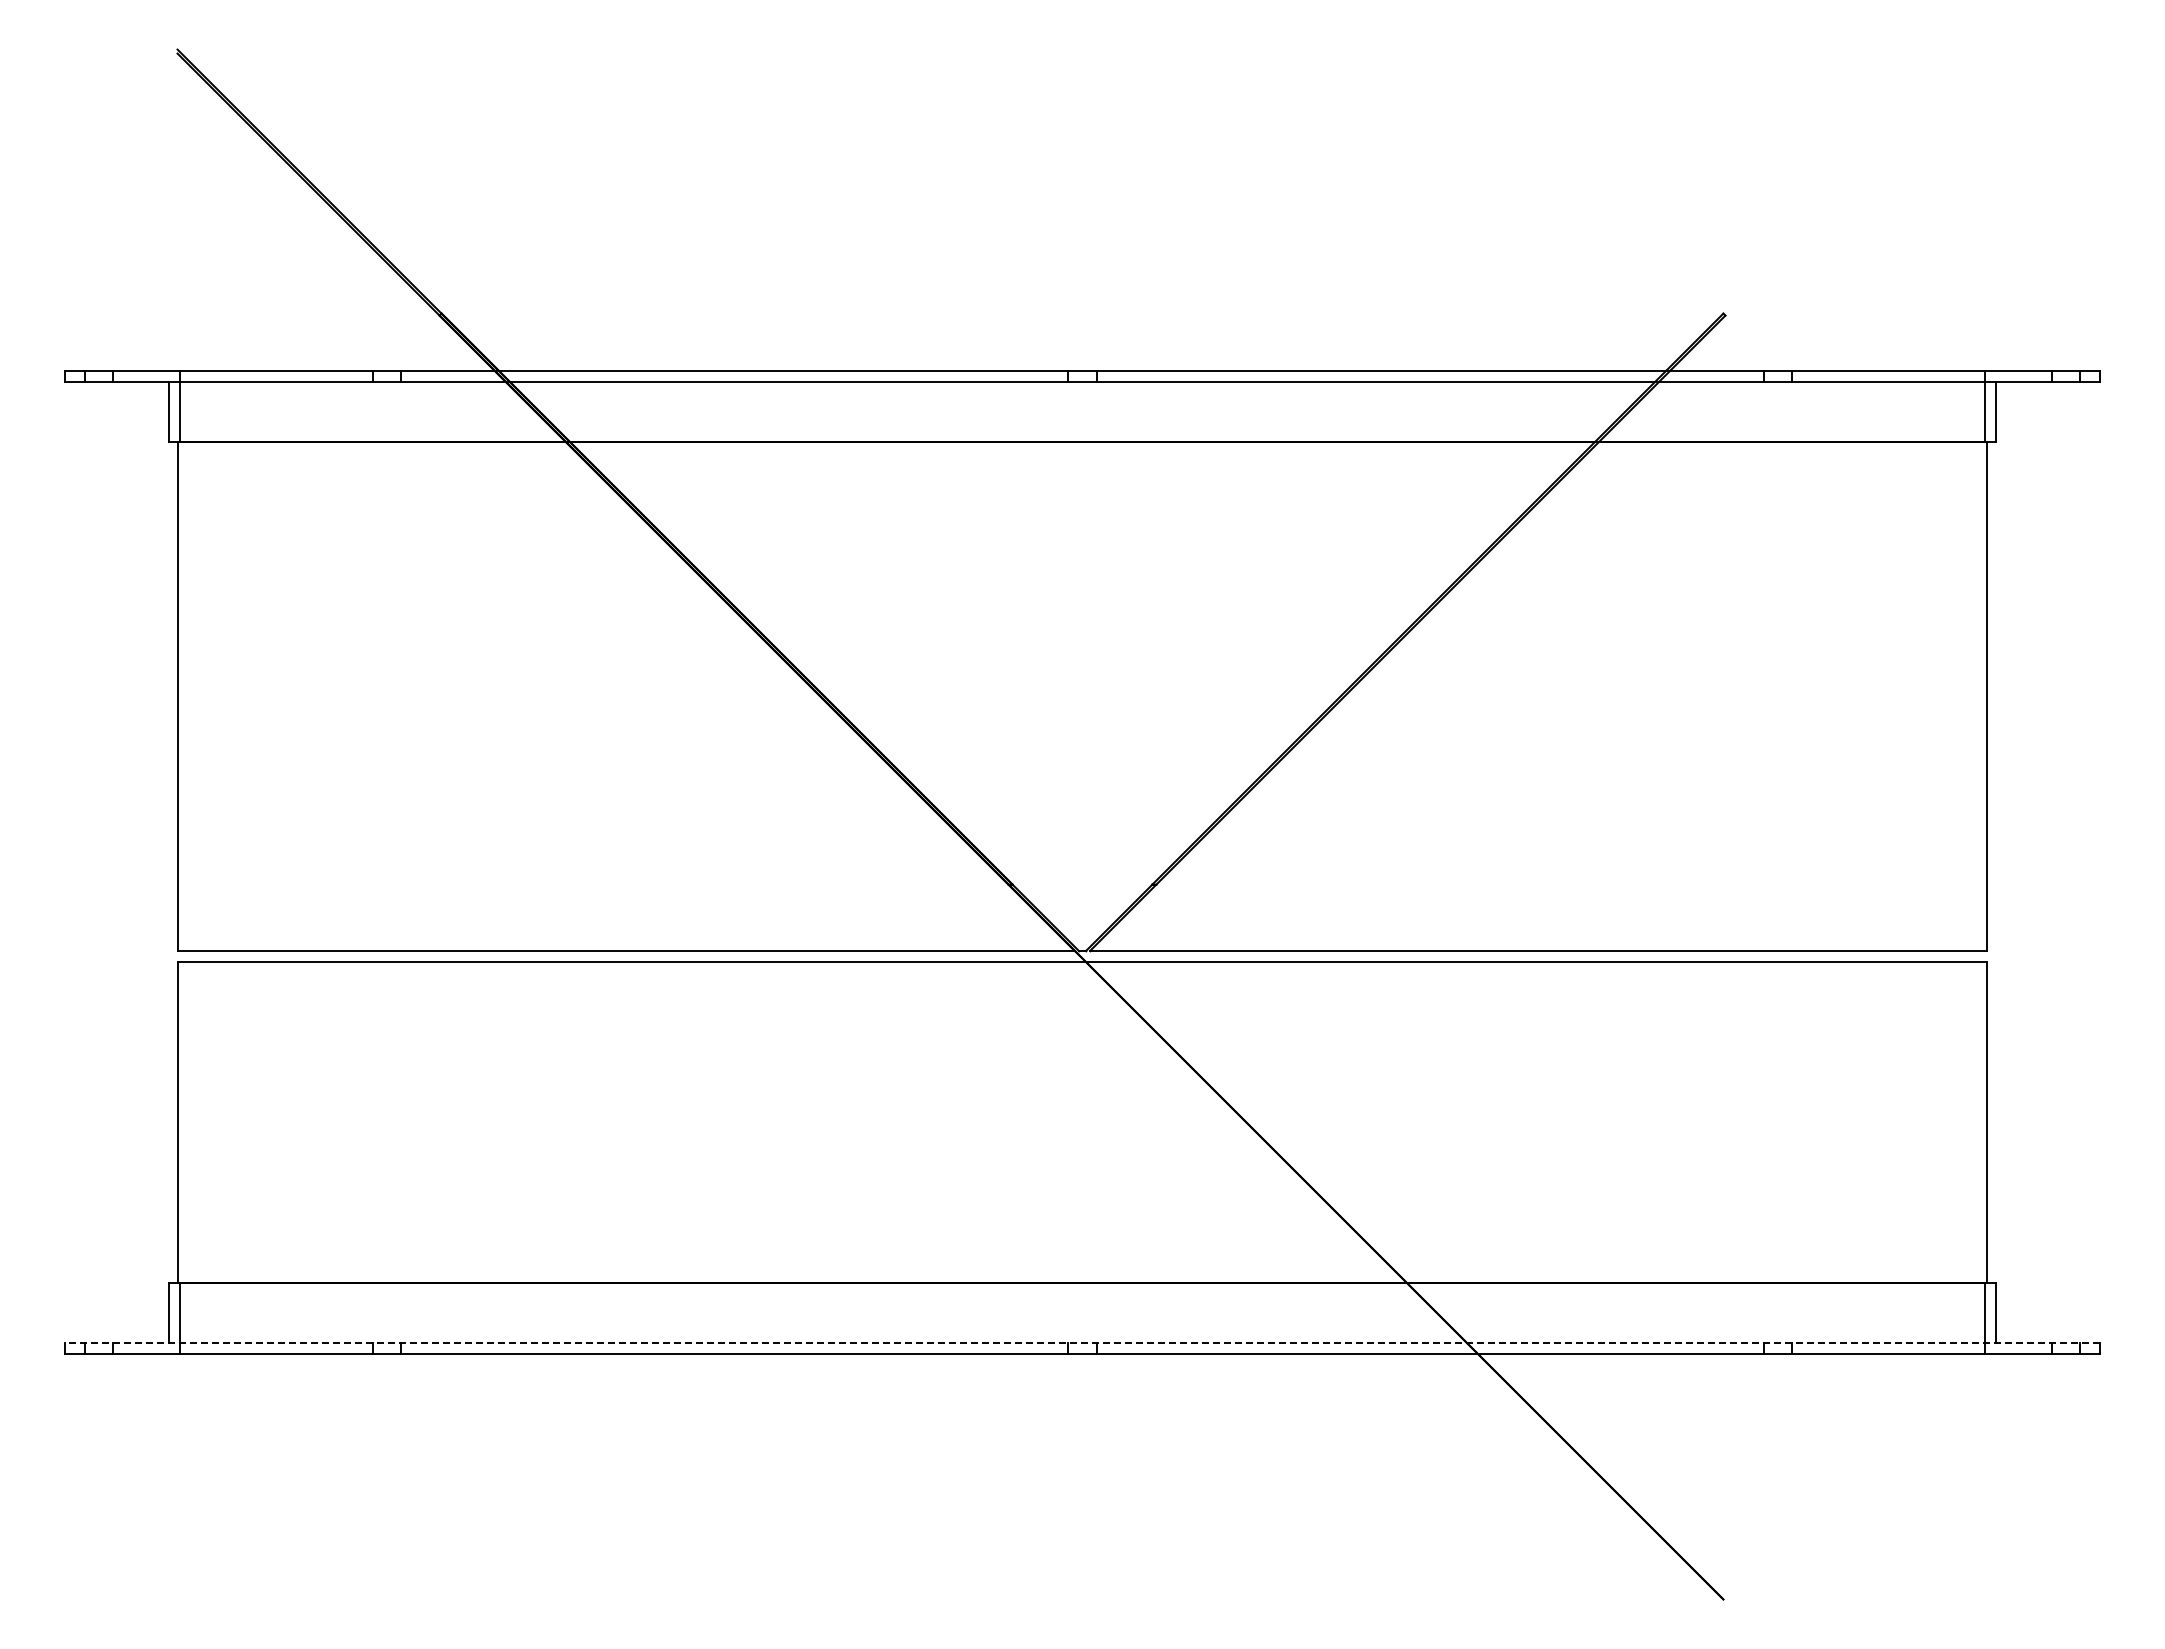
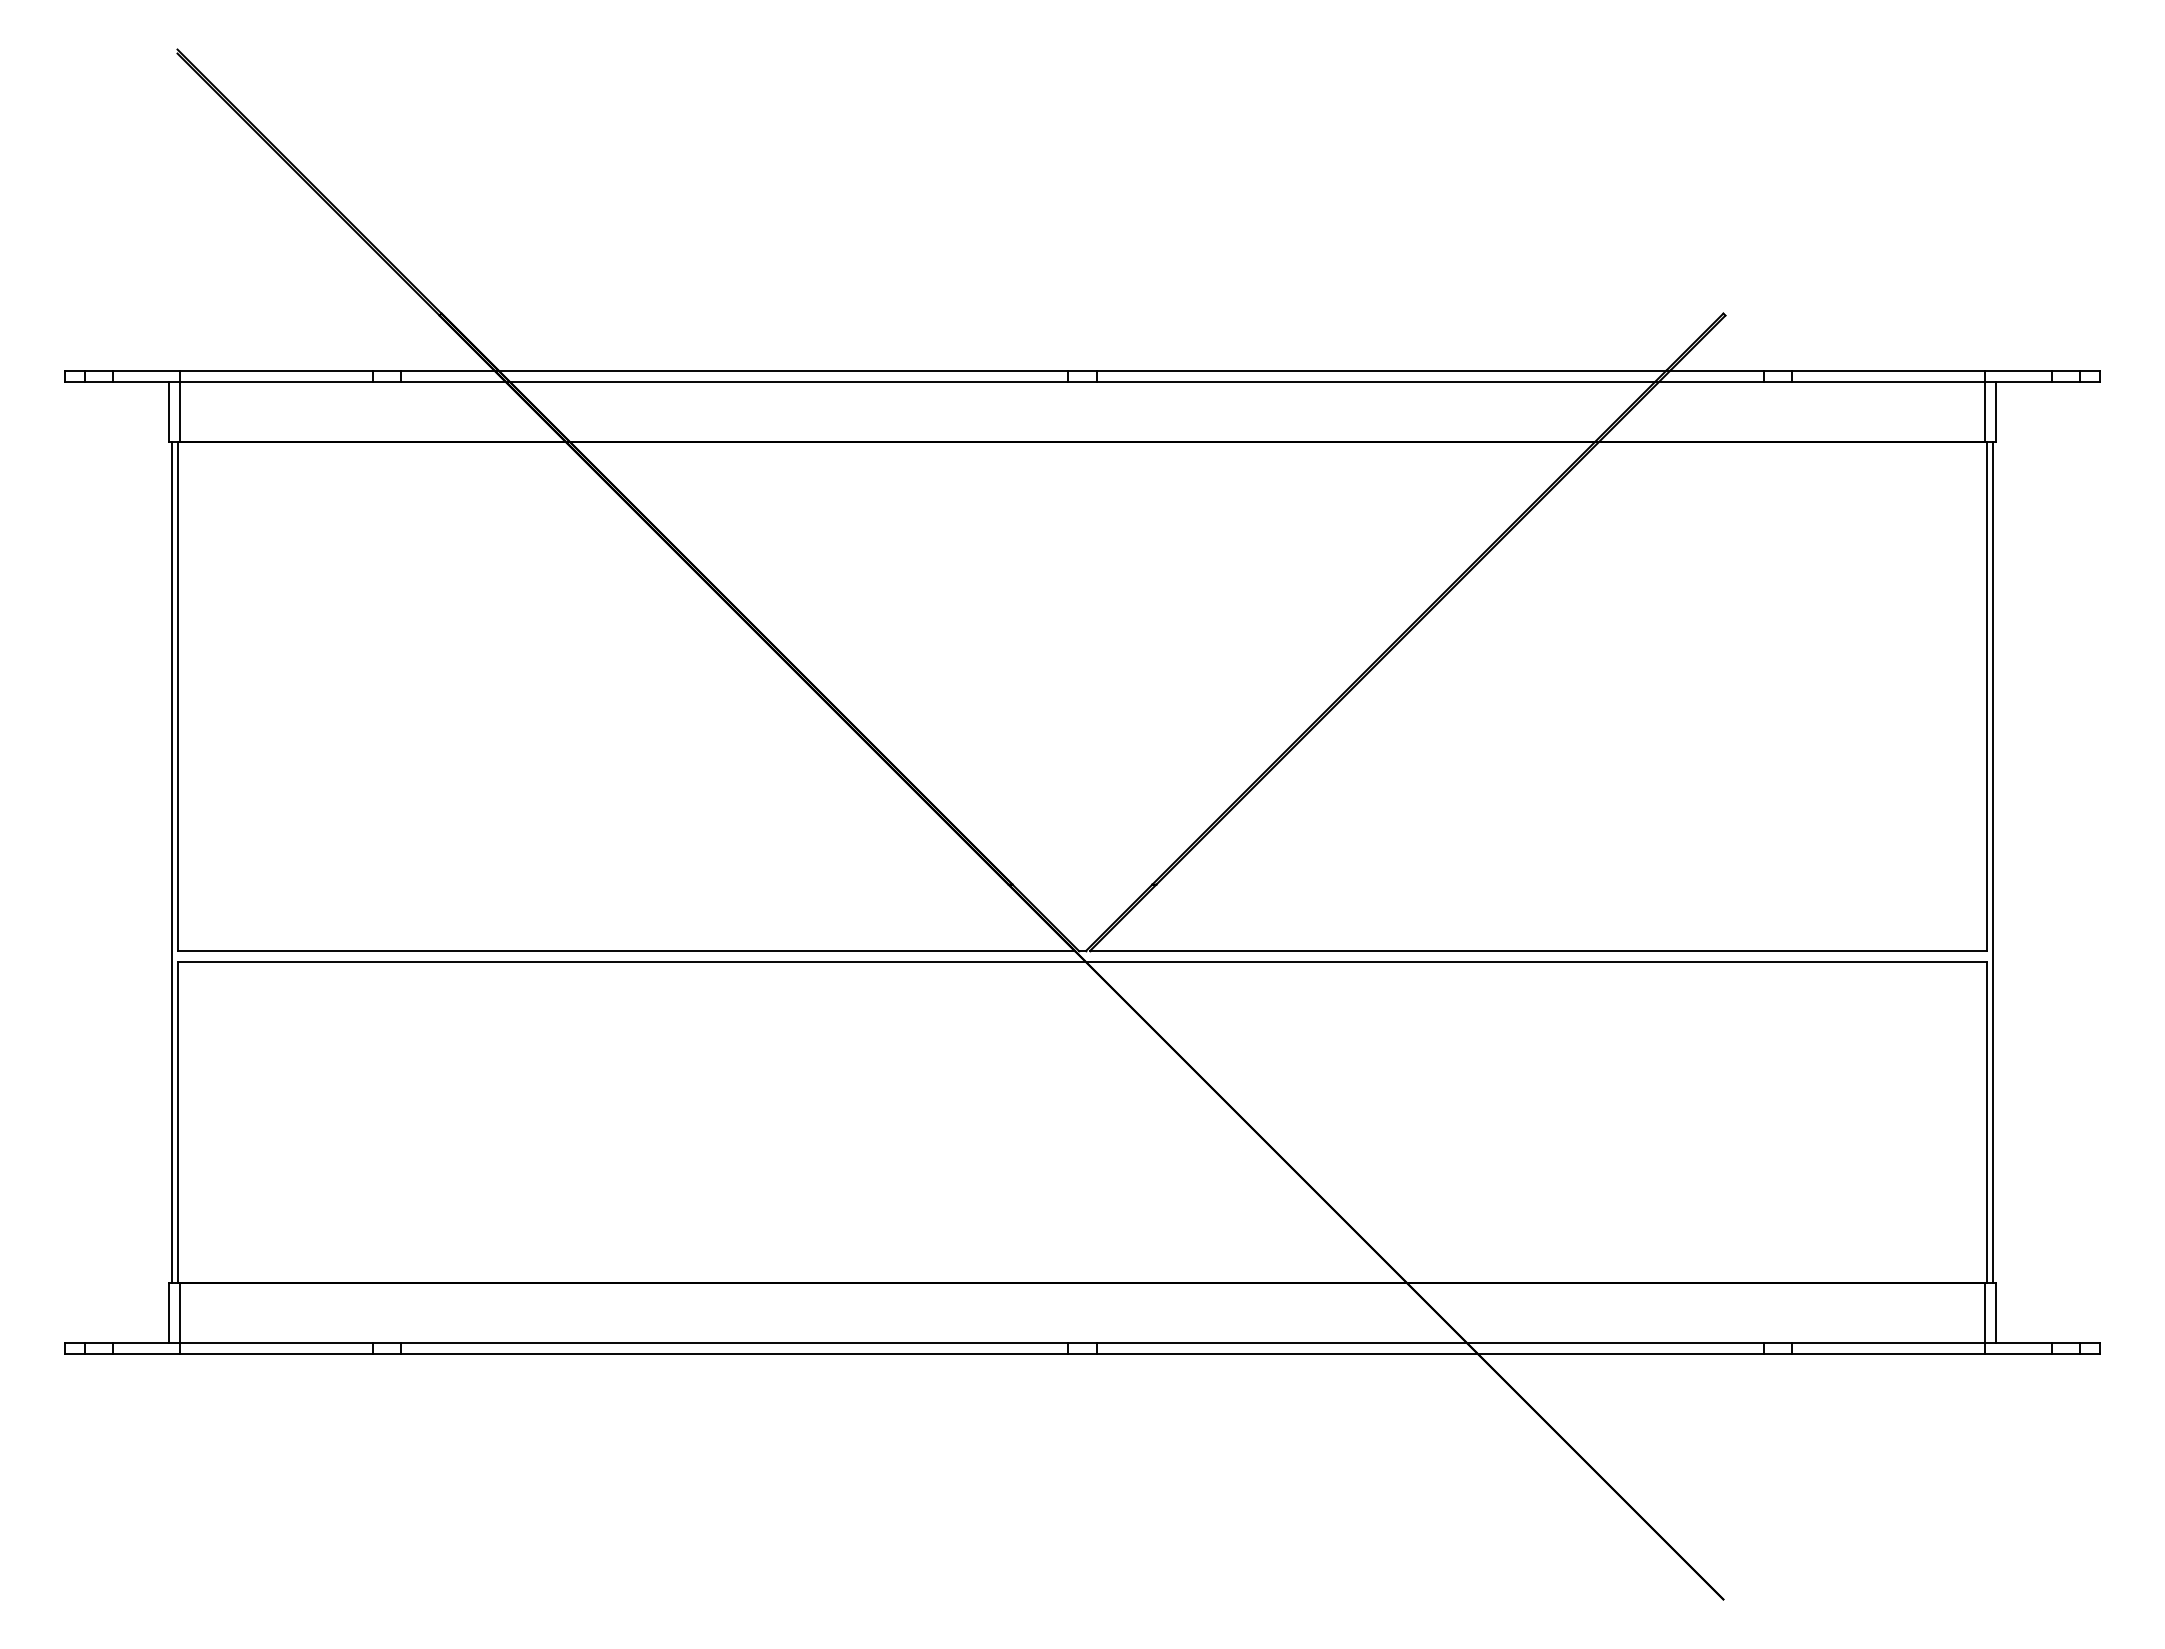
line at (171, 861): none -> present
line at (1993, 861): none -> present
line at (1082, 1342): dashed -> solid
